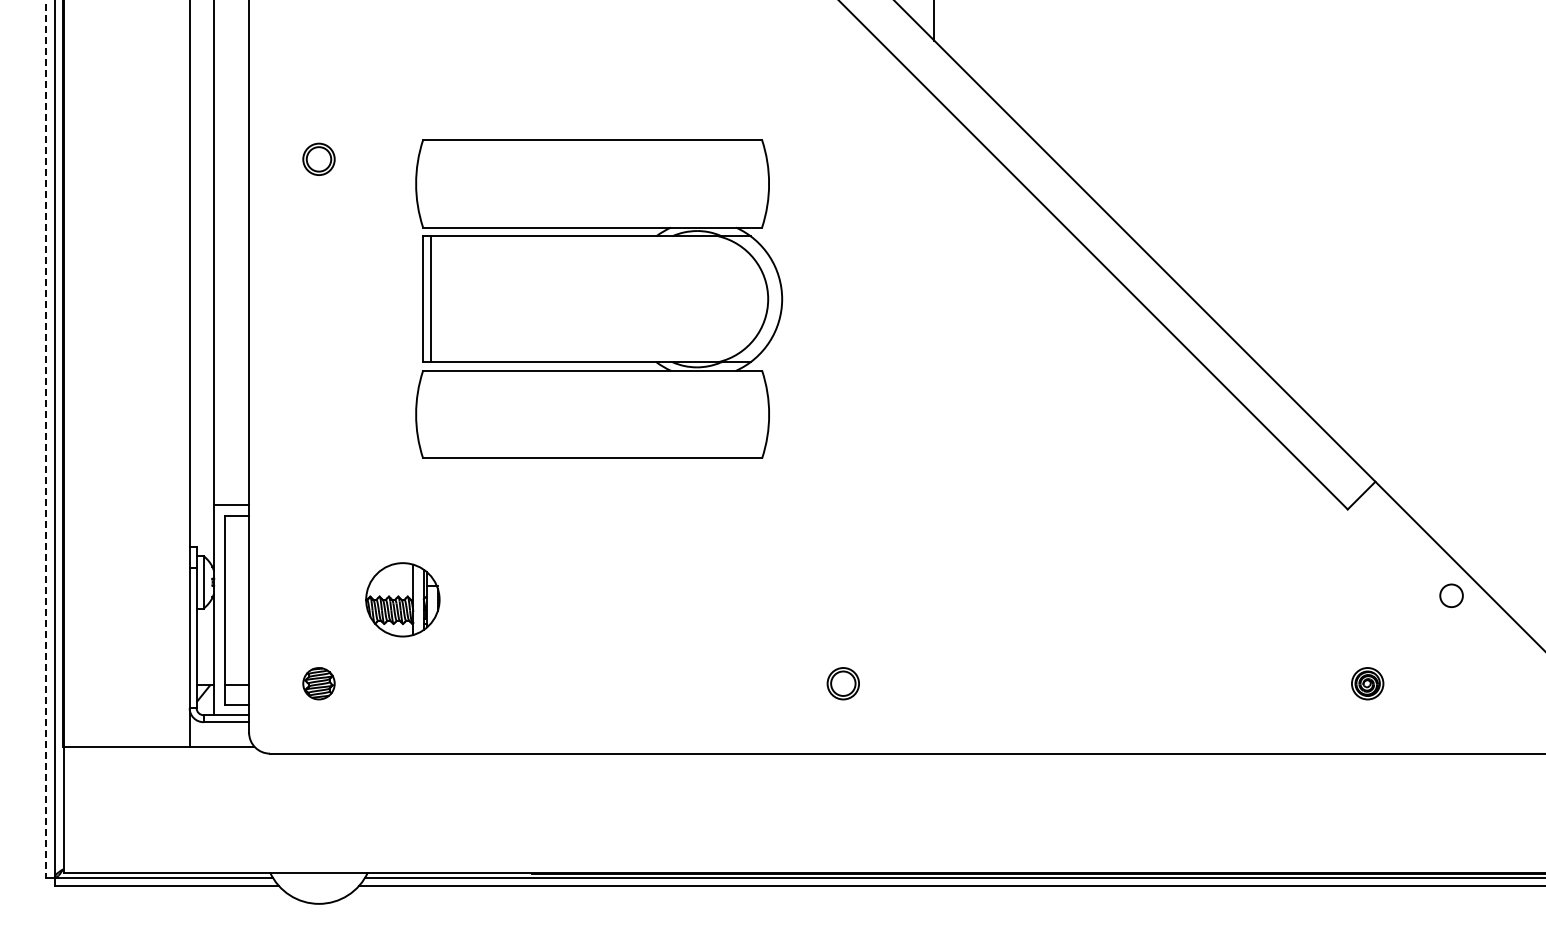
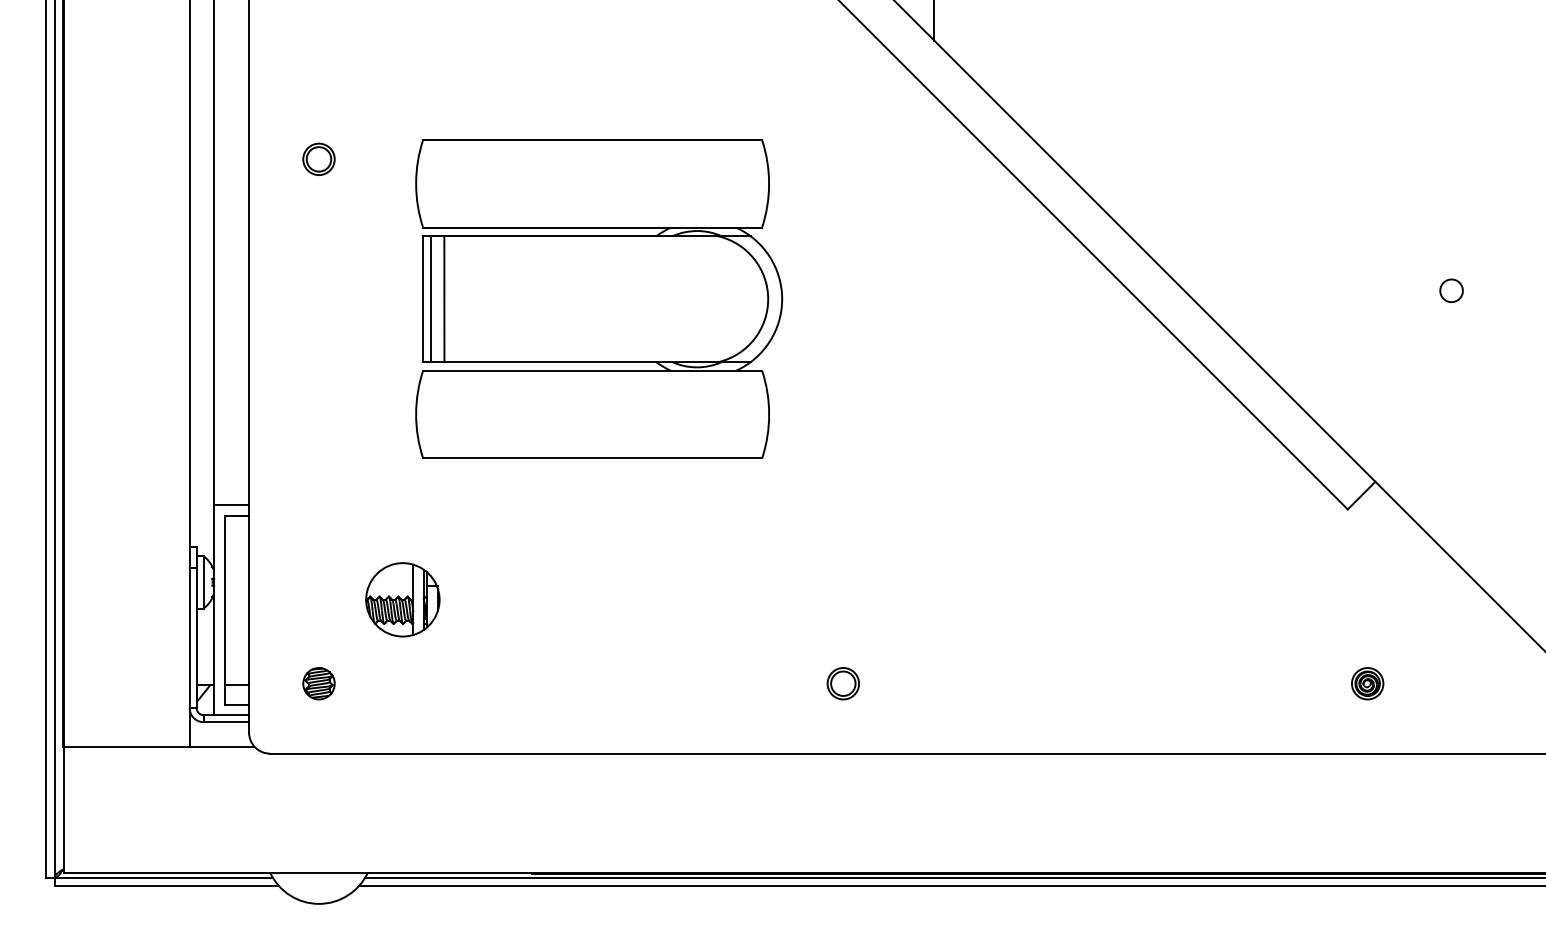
line at (444, 299): none -> present
line at (46, 439): dashed -> solid
circle at (1451, 595) position: (1451, 595) -> (1451, 290)
